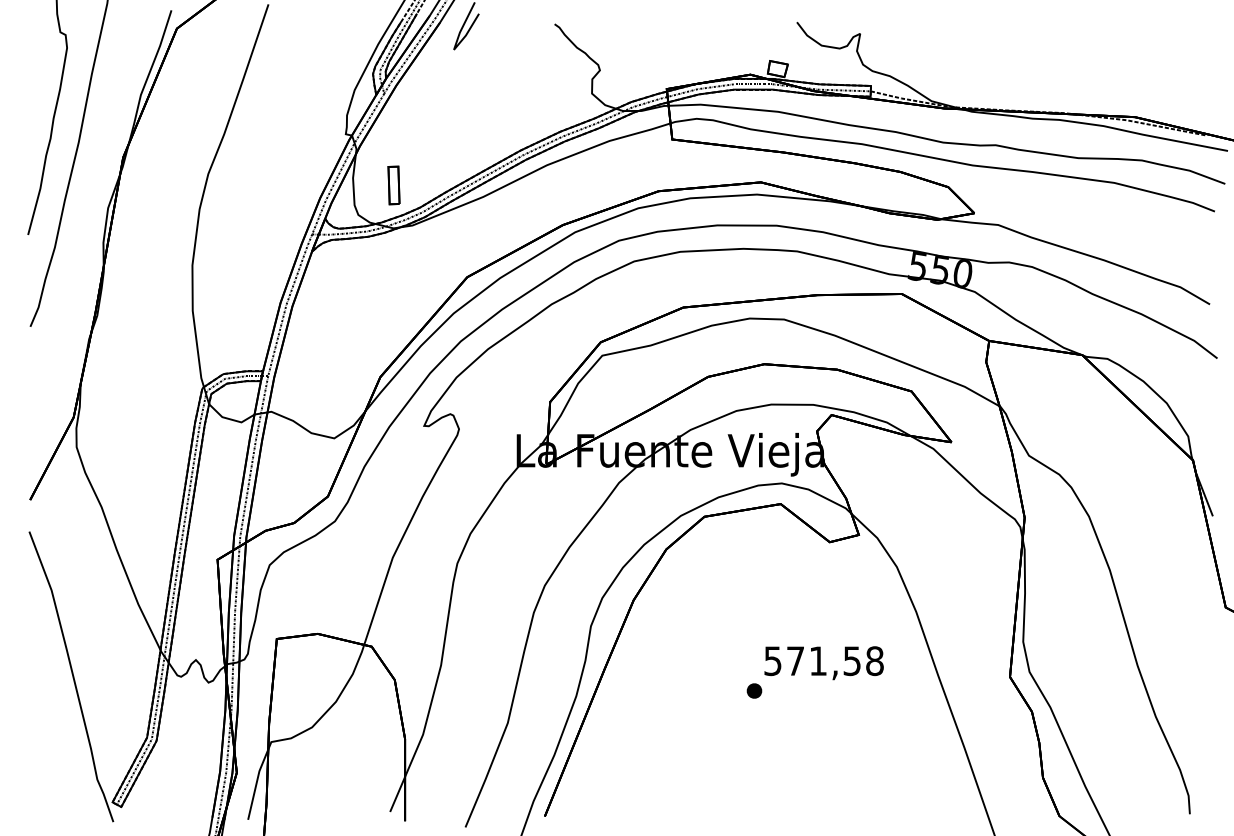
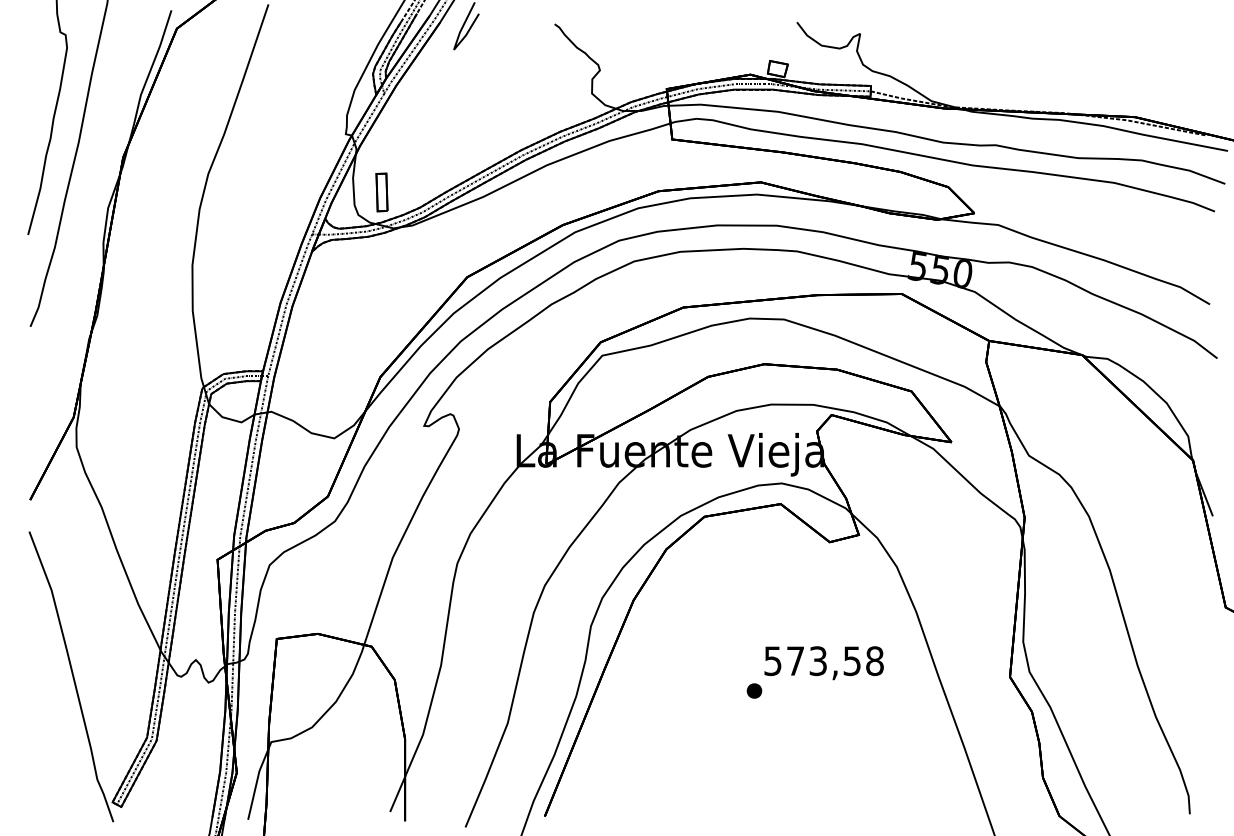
part at (393, 185) position: (393, 185) -> (381, 192)
text at (817, 661): 571,58 -> 573,58
